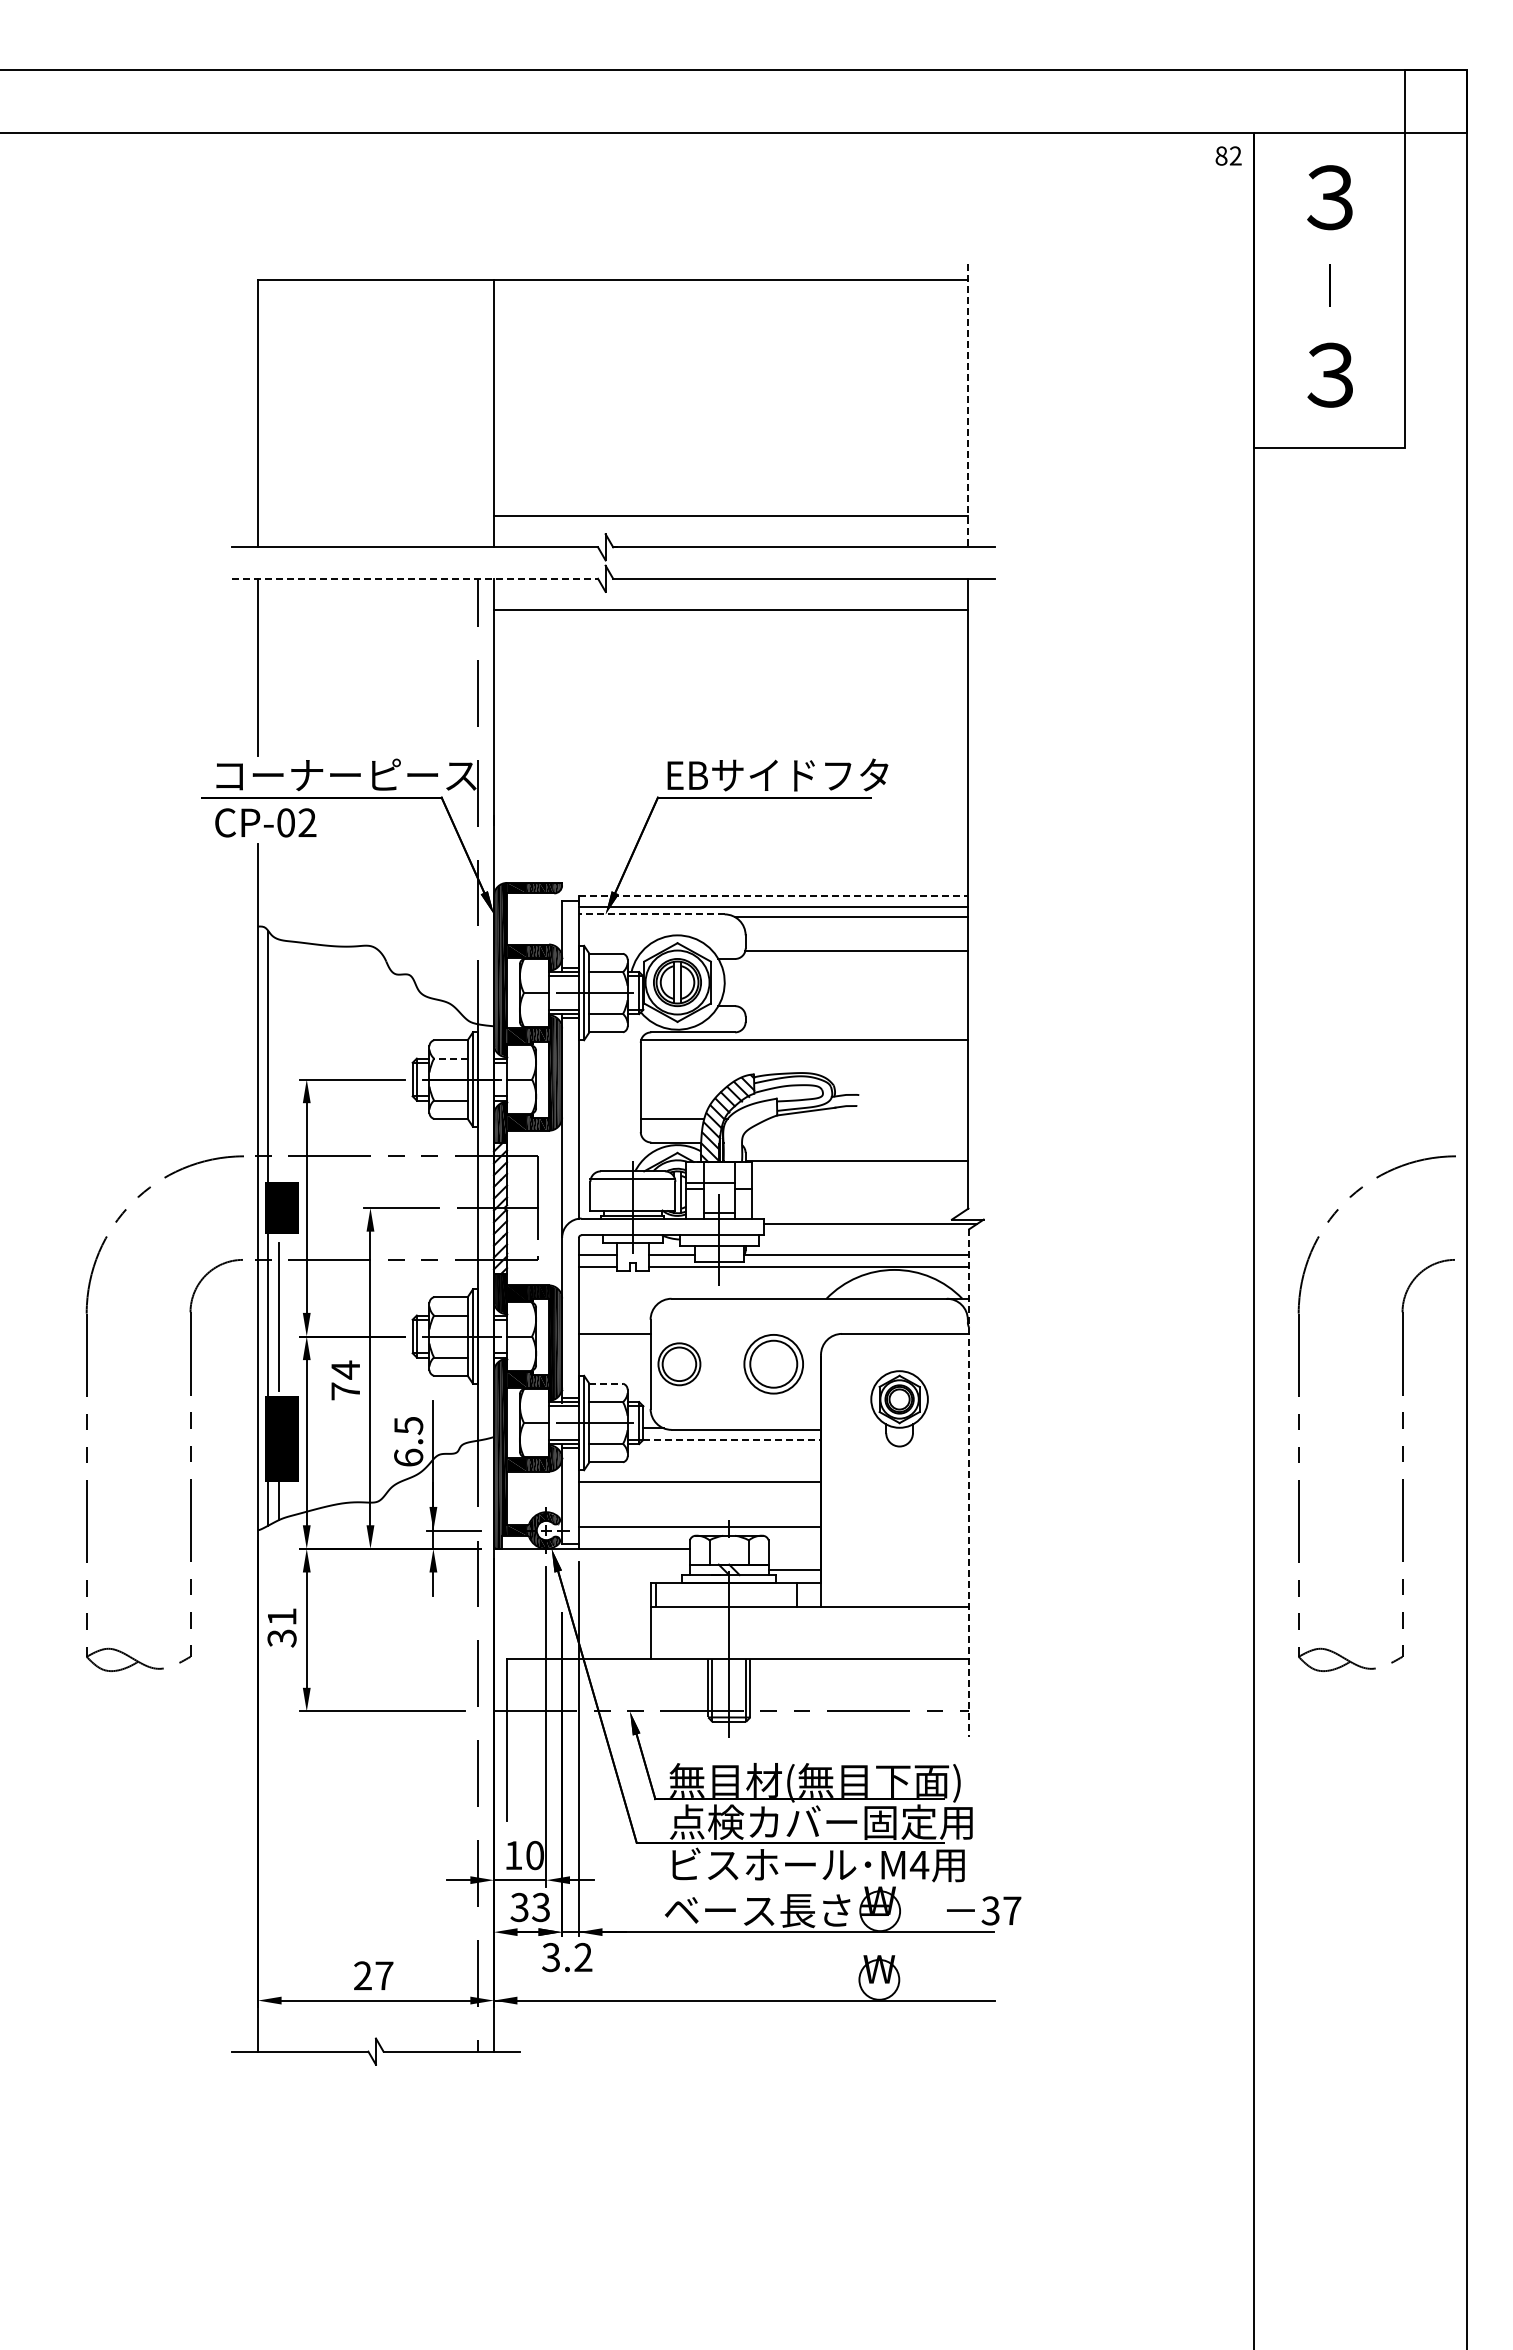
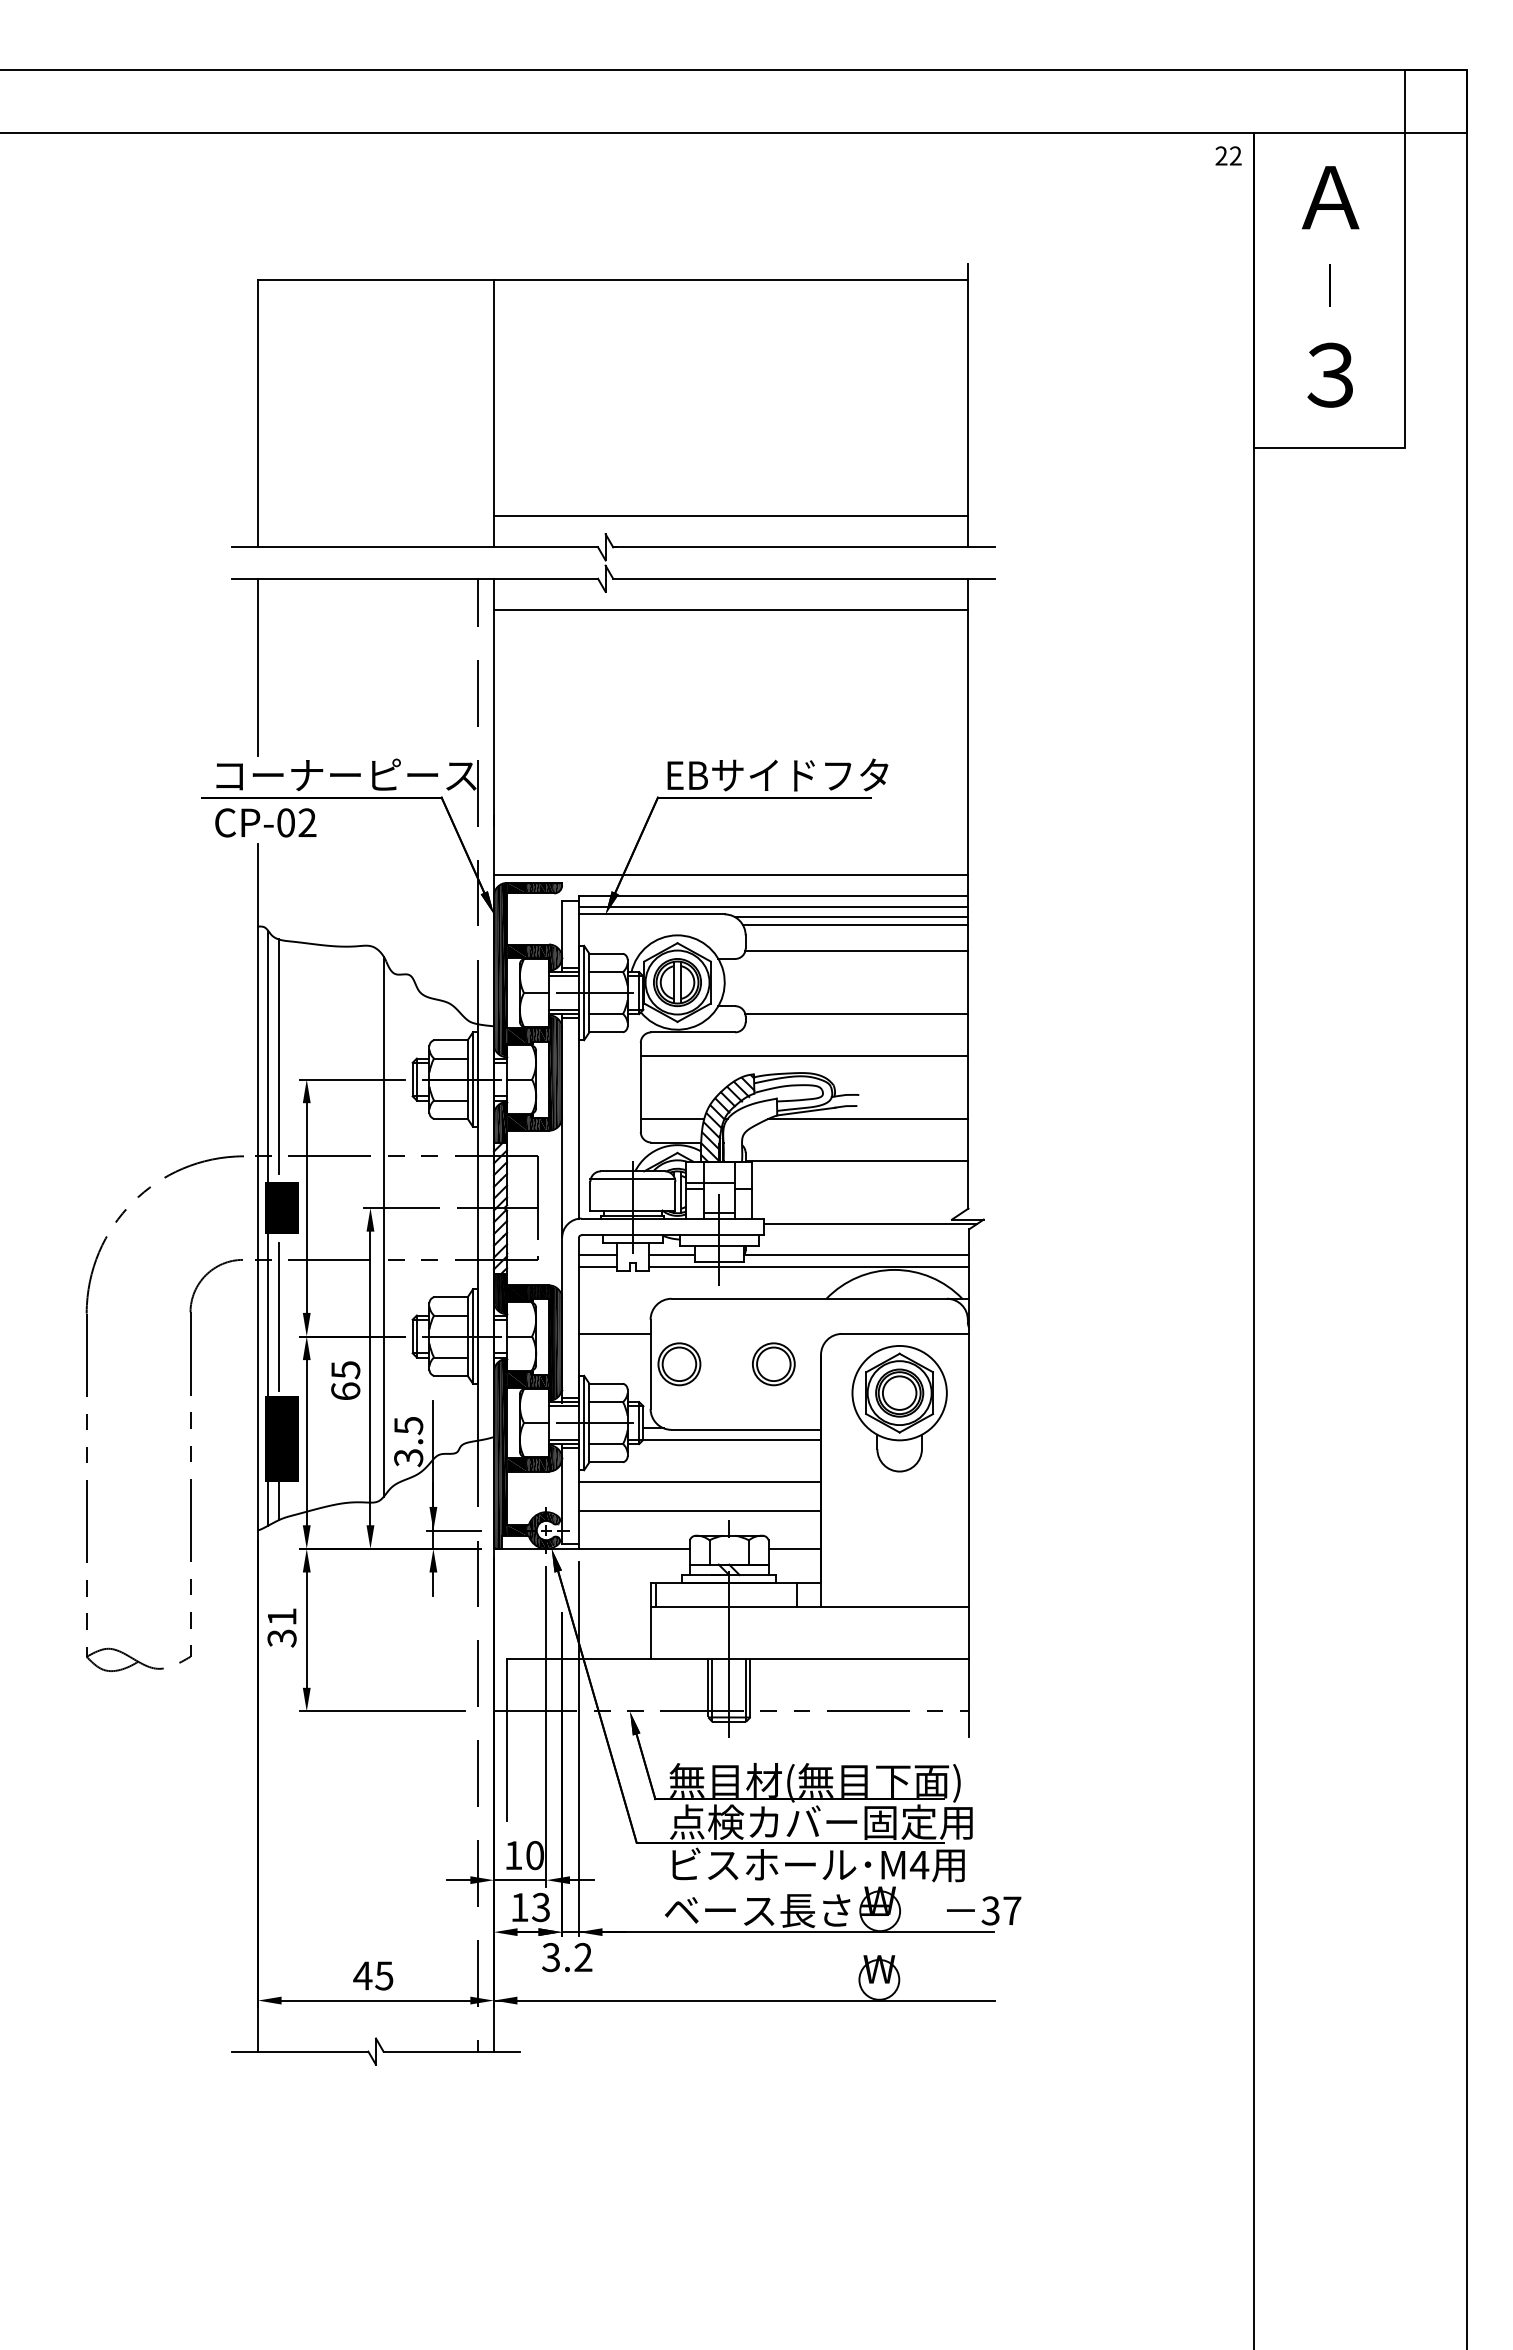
text at (1221, 155): 82 -> 22
text at (1330, 197): ３ -> Ａ
line at (968, 405): dashed -> solid
line at (415, 578): dashed -> solid
line at (730, 875): none -> present
line at (773, 896): dashed -> solid
line at (651, 914): dashed -> solid
line at (855, 924): none -> present
line at (856, 1014): none -> present
line at (804, 1039) position: (804, 1039) -> (804, 1055)
line at (278, 1056): none -> present
line at (450, 1058): dashed -> solid
line at (868, 1118): none -> present
line at (383, 1226): none -> present
part at (773, 1364) size: 61x61 px -> 44x45 px
text at (345, 1380): 74 -> 65
line at (606, 1383): dashed -> solid
part at (899, 1408) size: 59x78 px -> 97x128 px
part at (1402, 1413): present -> none
line at (732, 1440): dashed -> solid
text at (408, 1457): 6.5 -> 3.5
line at (969, 1482): dashed -> solid
line at (699, 1527) position: (699, 1527) -> (699, 1511)
line at (794, 1569) position: (794, 1569) -> (794, 1548)
text at (519, 1907): 33 -> 13
text at (373, 1975): 27 -> 45
